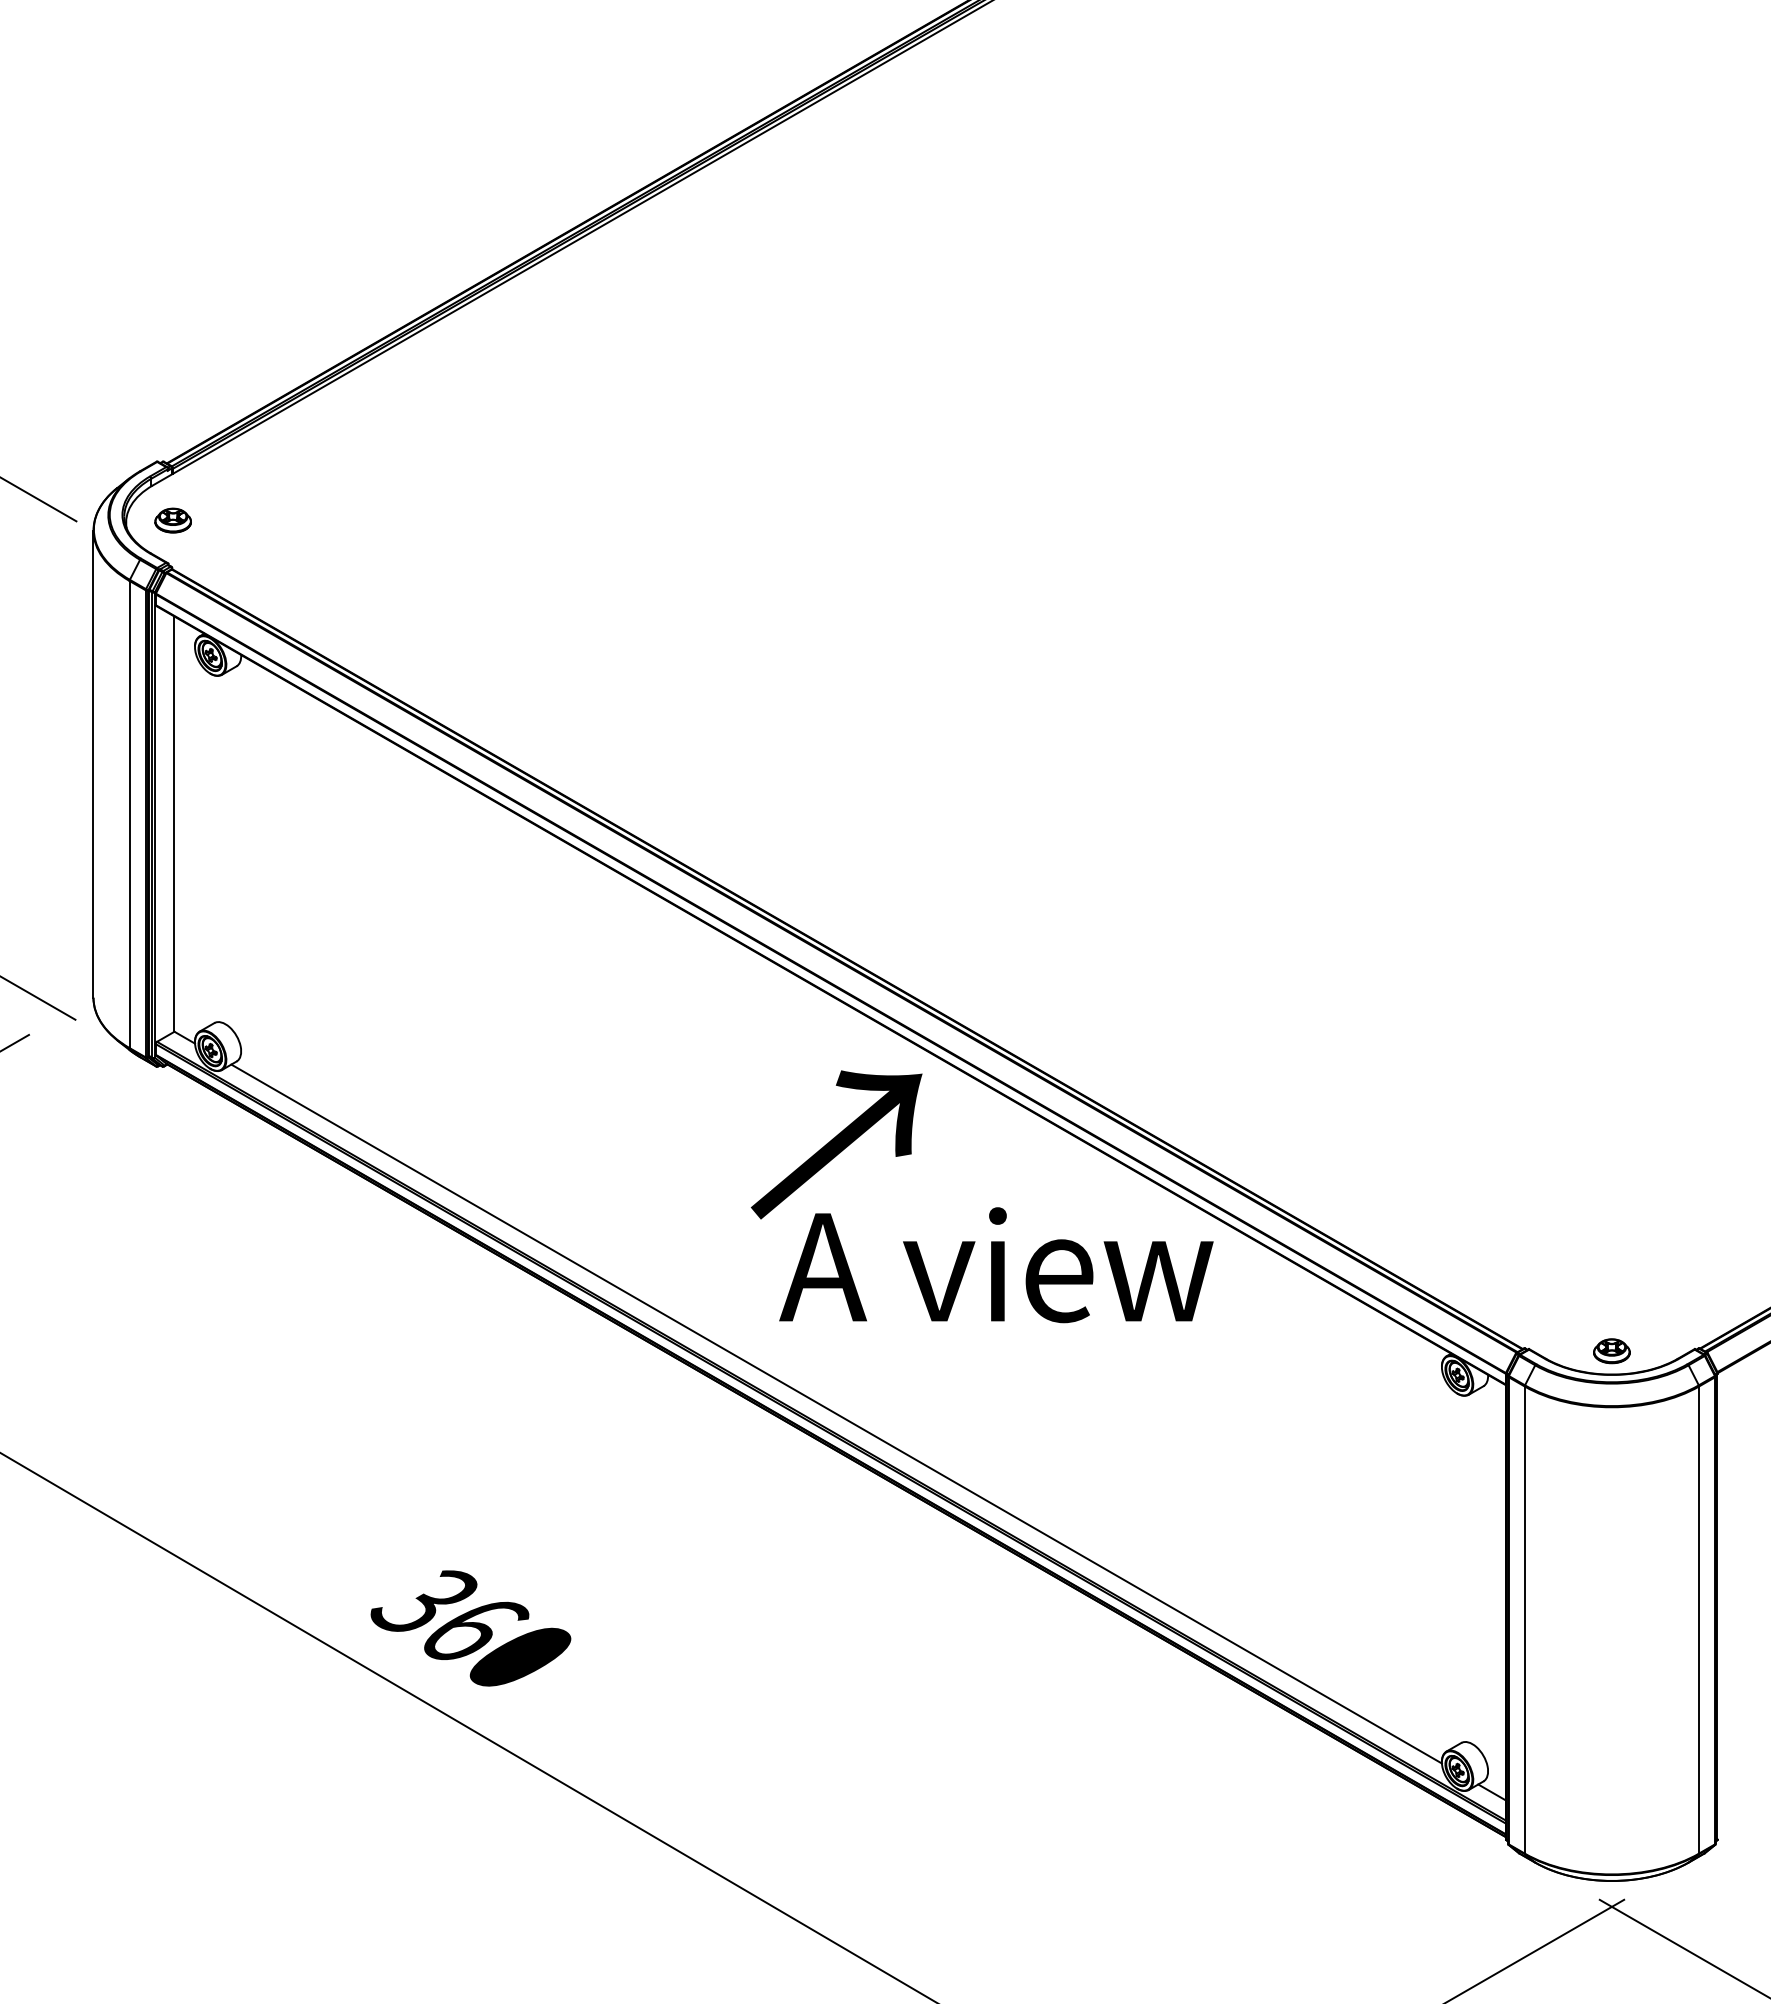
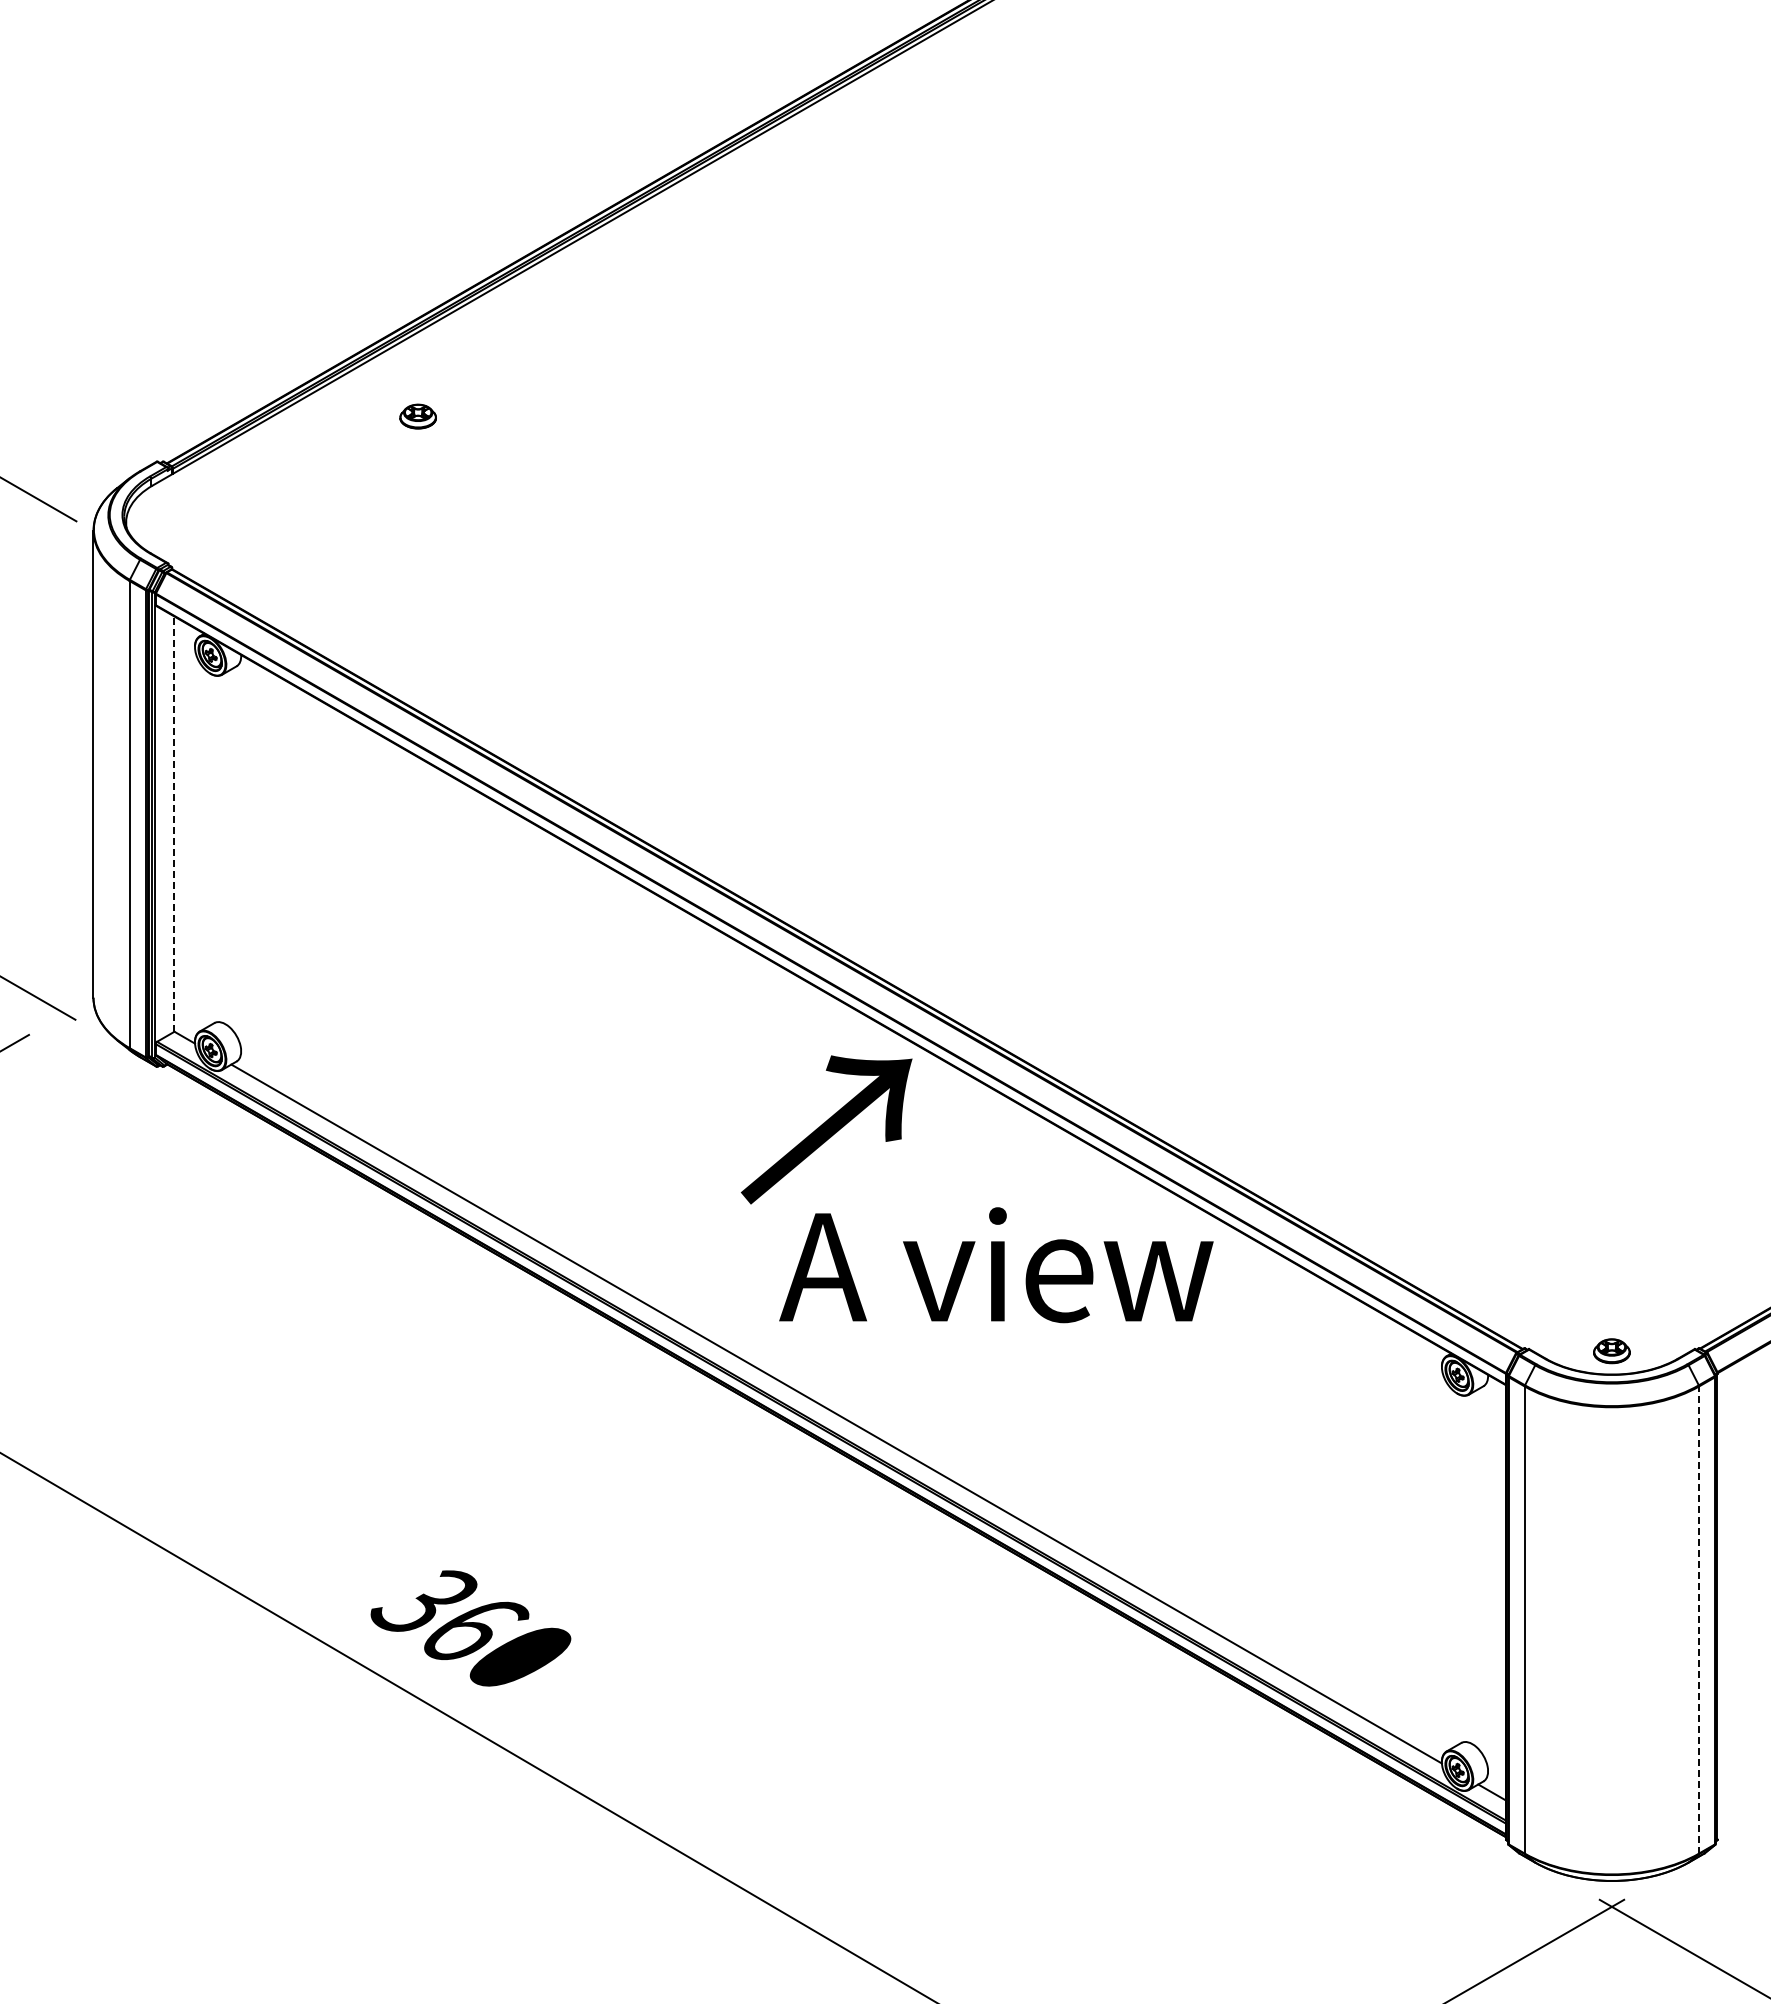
part at (172, 520) position: (172, 520) -> (417, 416)
line at (174, 824): solid -> dashed
text at (836, 1144) position: (836, 1144) -> (826, 1129)
line at (1699, 1620): solid -> dashed
